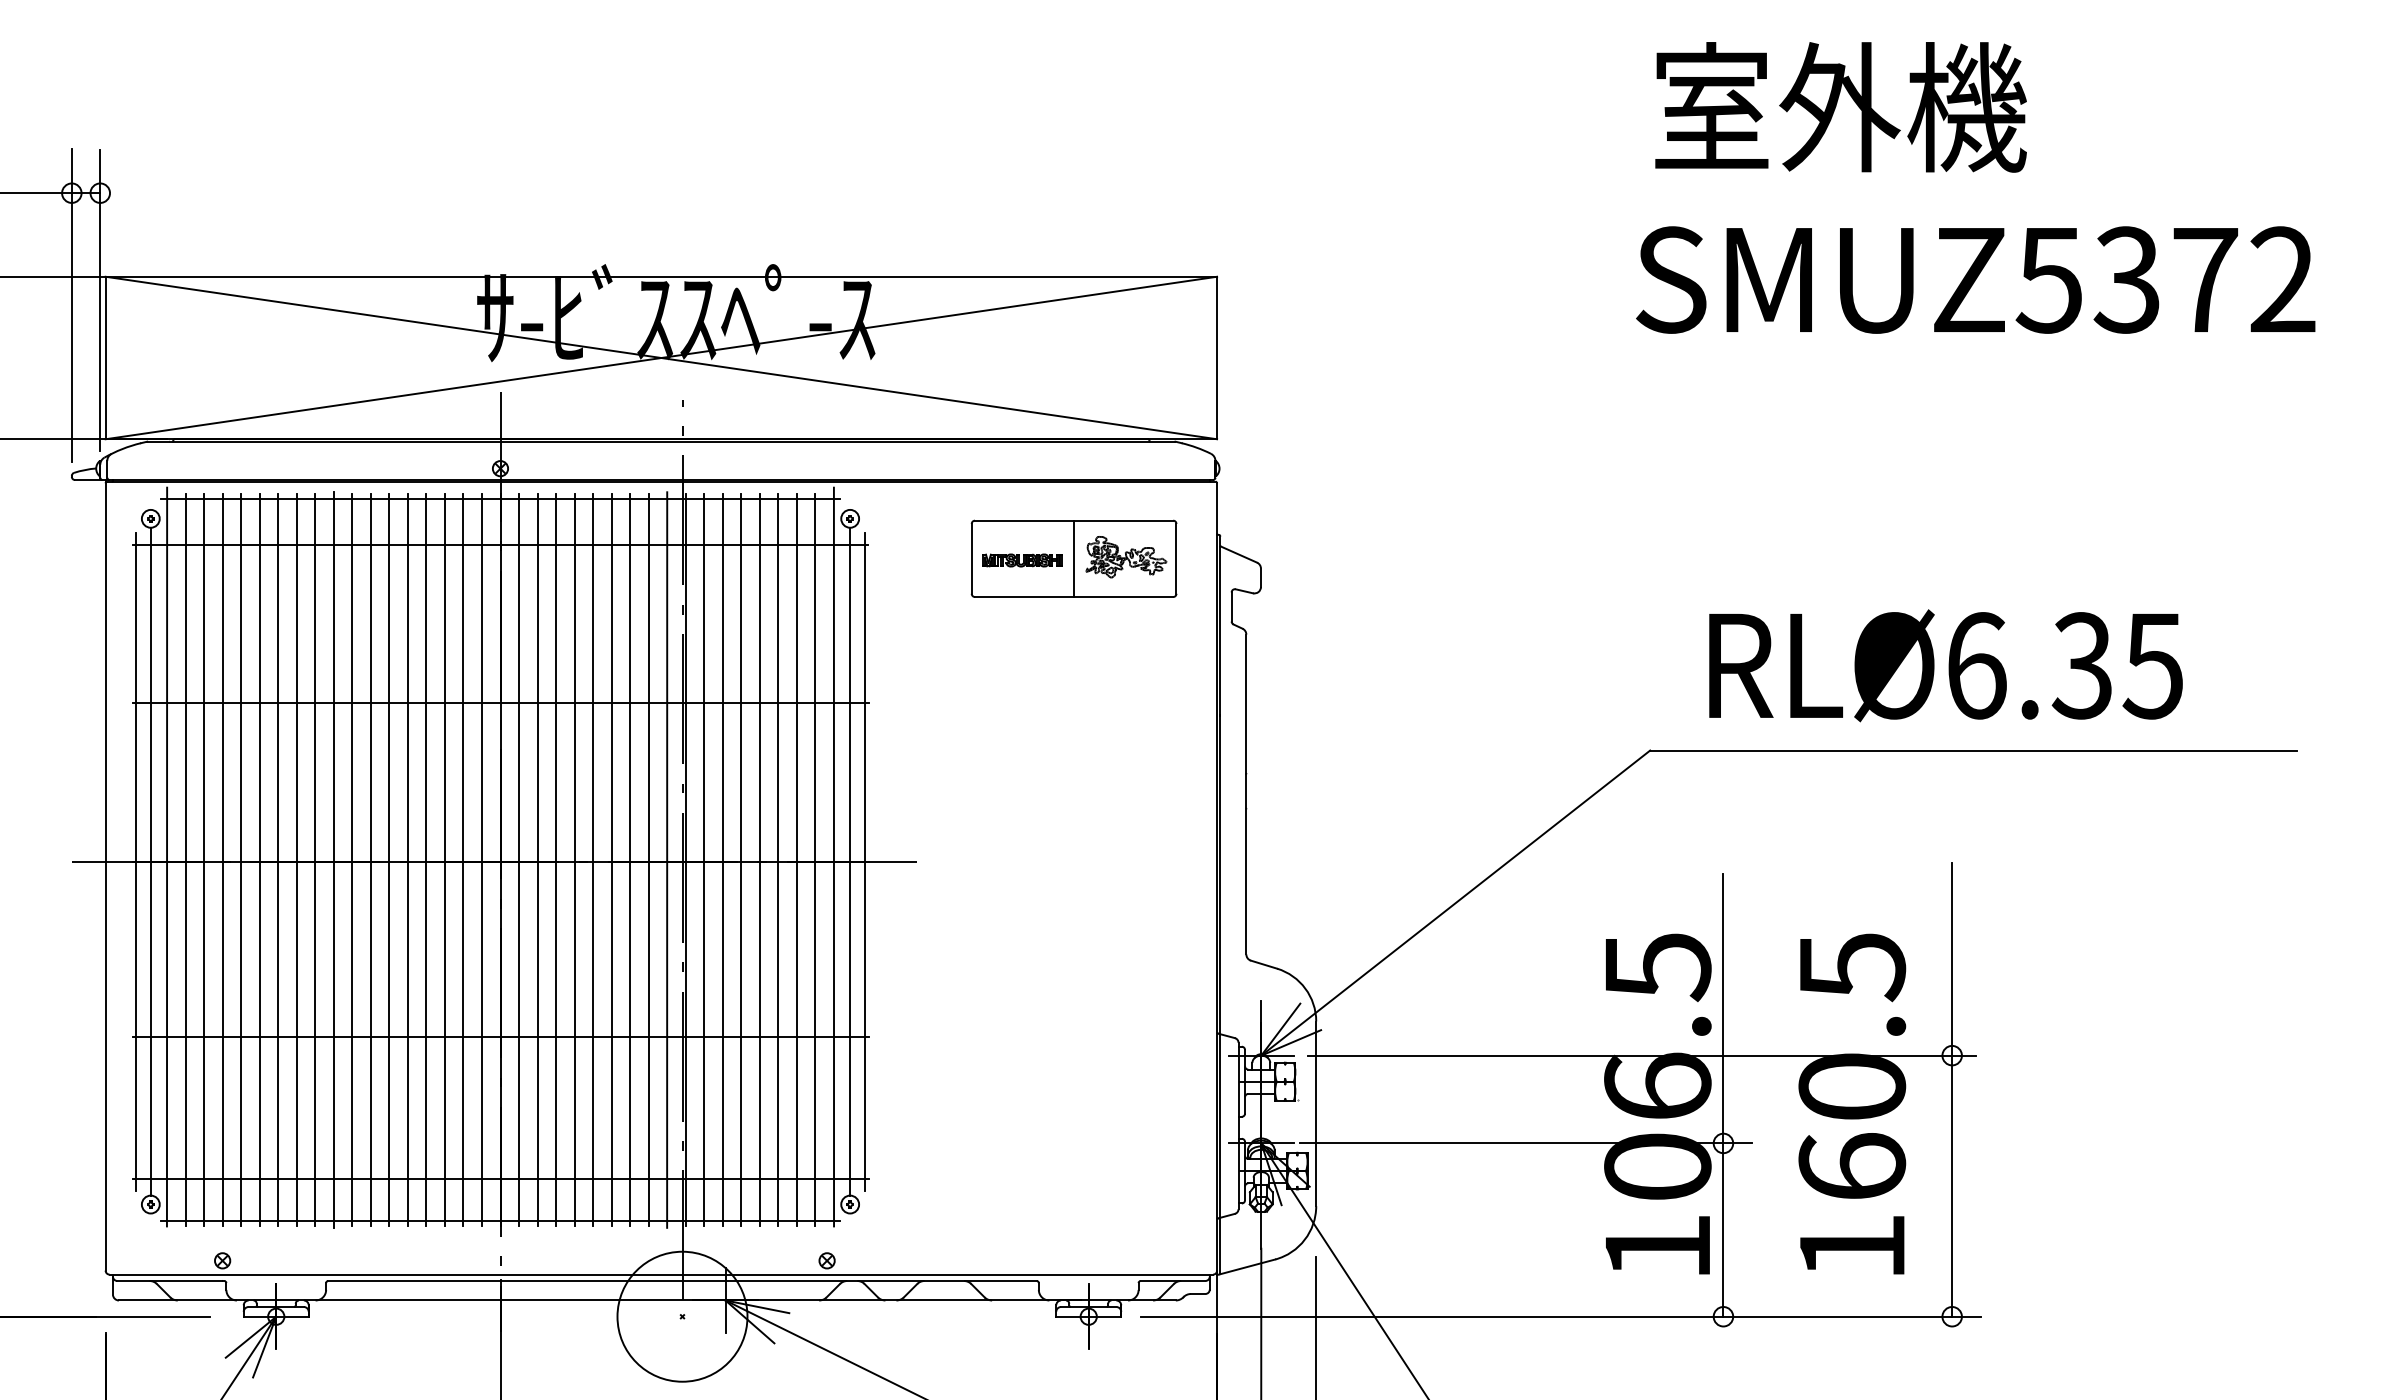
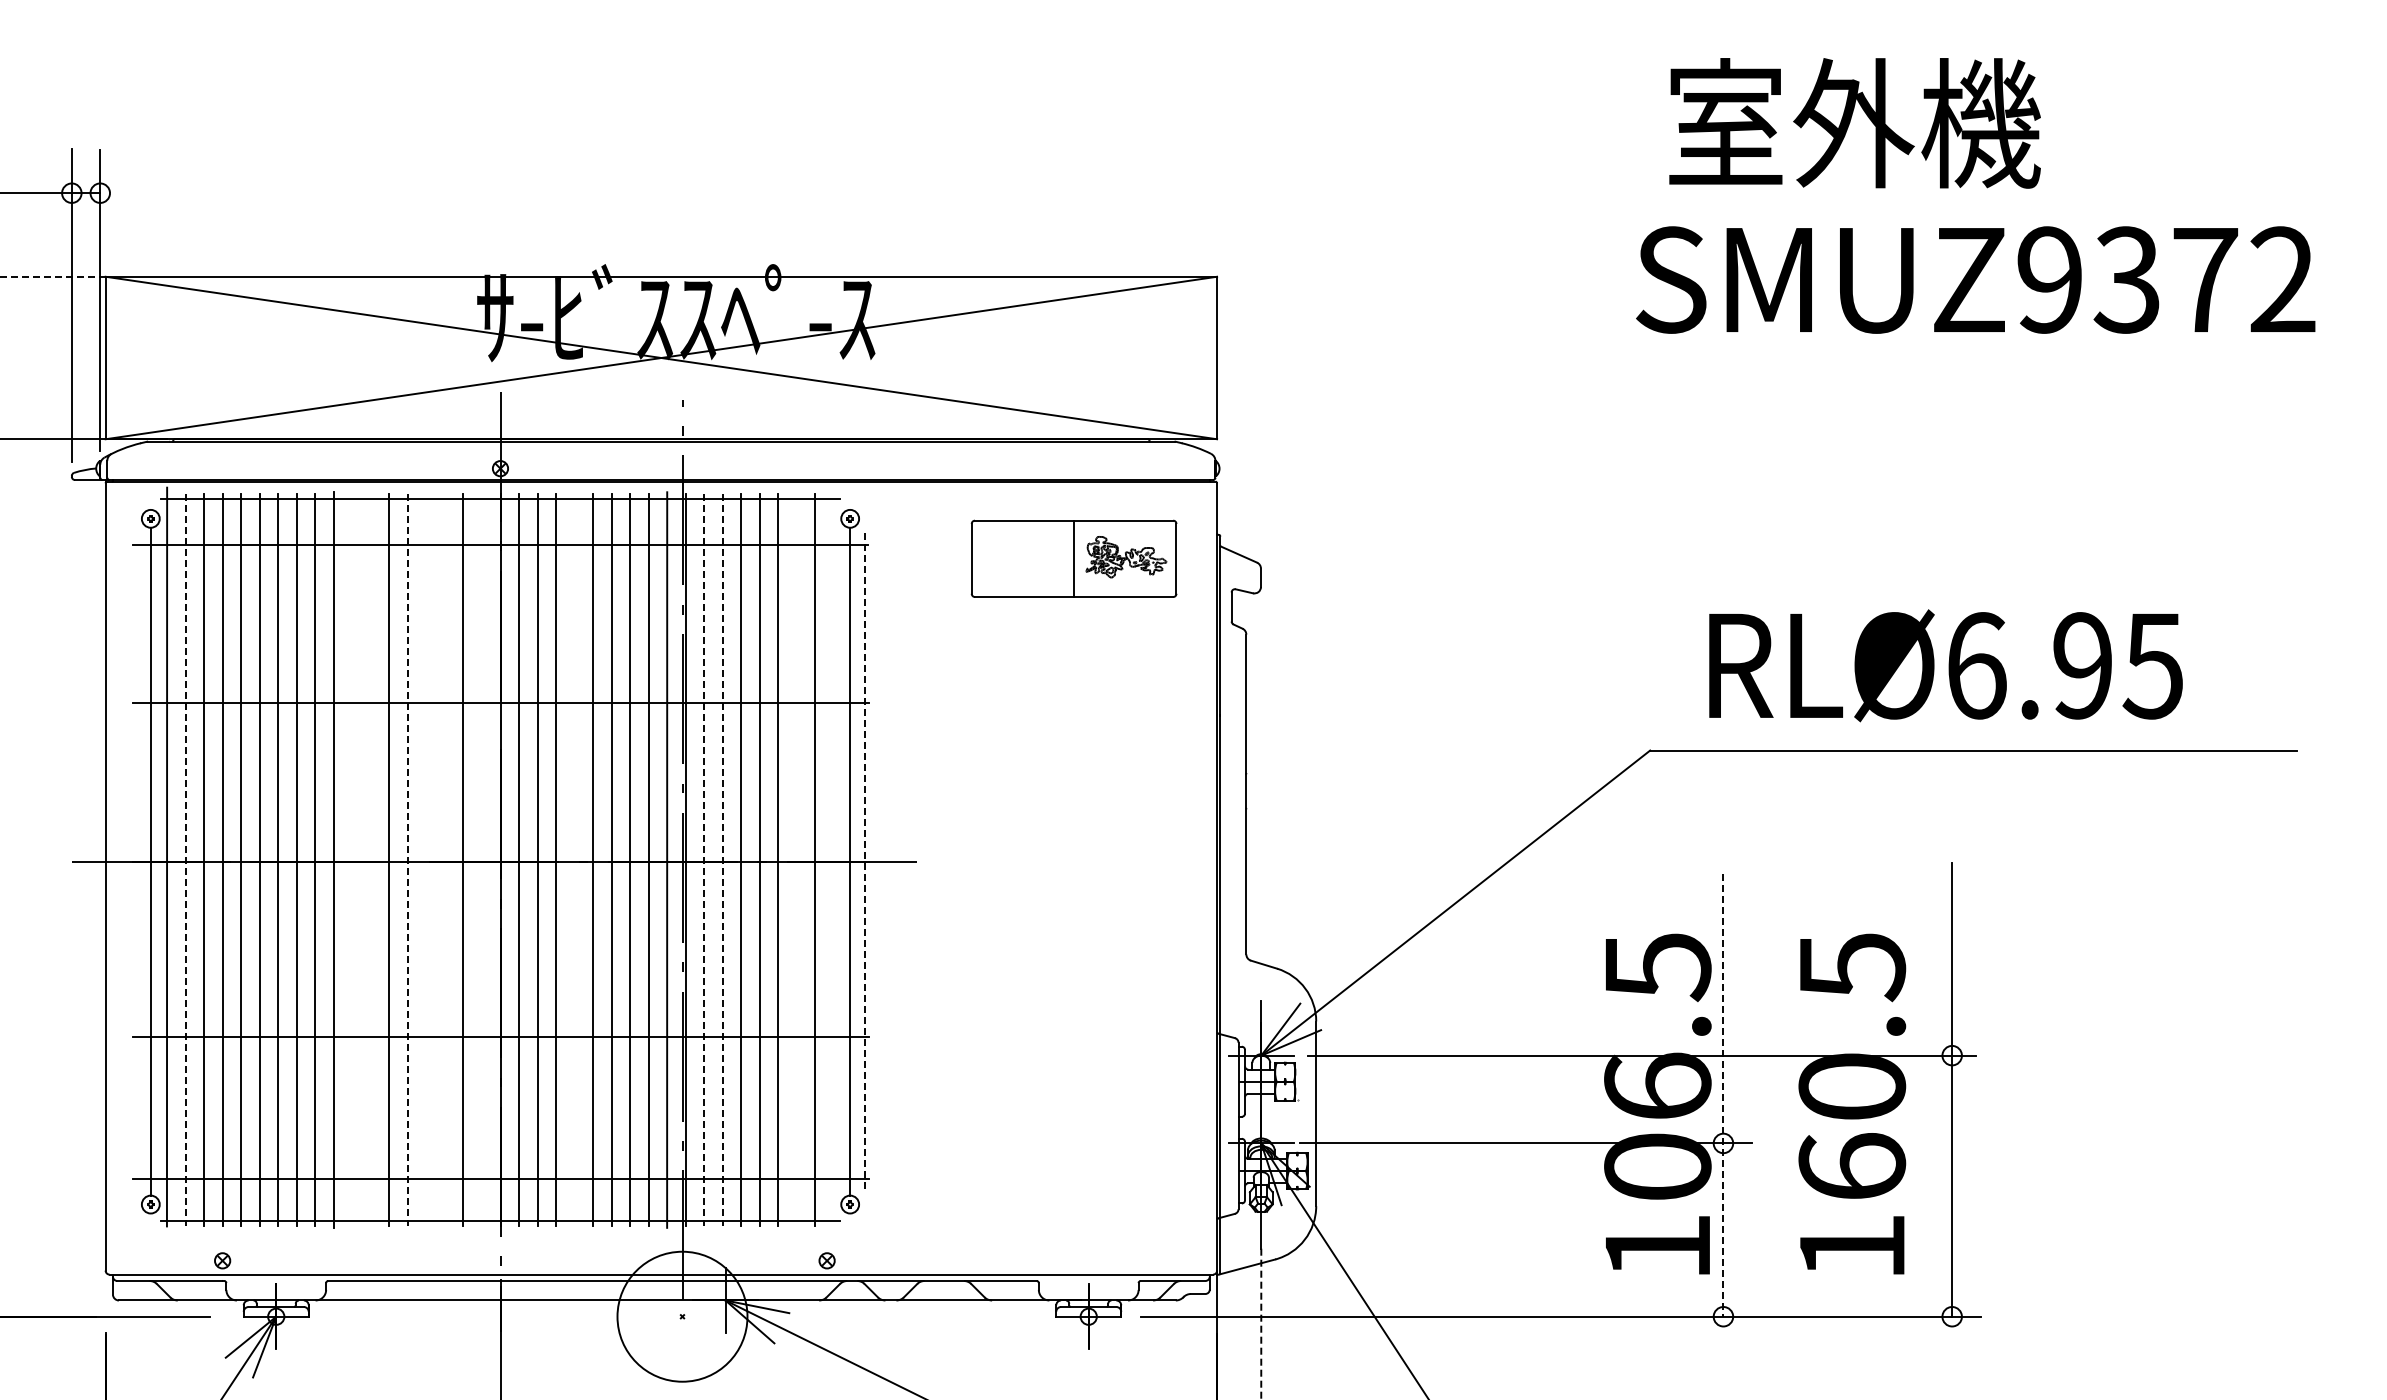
text at (1840, 107) position: (1840, 107) -> (1854, 123)
line at (52, 276): solid -> dashed
text at (2048, 279): SMUZ5372 -> SMUZ9372
part at (1022, 560): present -> none
text at (2081, 665): RLØ6.35 -> RLØ6.95
line at (833, 856): present -> none
line at (352, 859): present -> none
line at (370, 859): present -> none
line at (426, 859): present -> none
line at (444, 859): present -> none
line at (481, 859): present -> none
line at (574, 859): present -> none
line at (796, 859): present -> none
line at (185, 860): solid -> dashed
line at (407, 860): solid -> dashed
line at (704, 860): solid -> dashed
line at (722, 860): solid -> dashed
line at (136, 861): present -> none
line at (864, 862): solid -> dashed
line at (1723, 1095): solid -> dashed
line at (1261, 1324): solid -> dashed
line at (1316, 1326): present -> none
